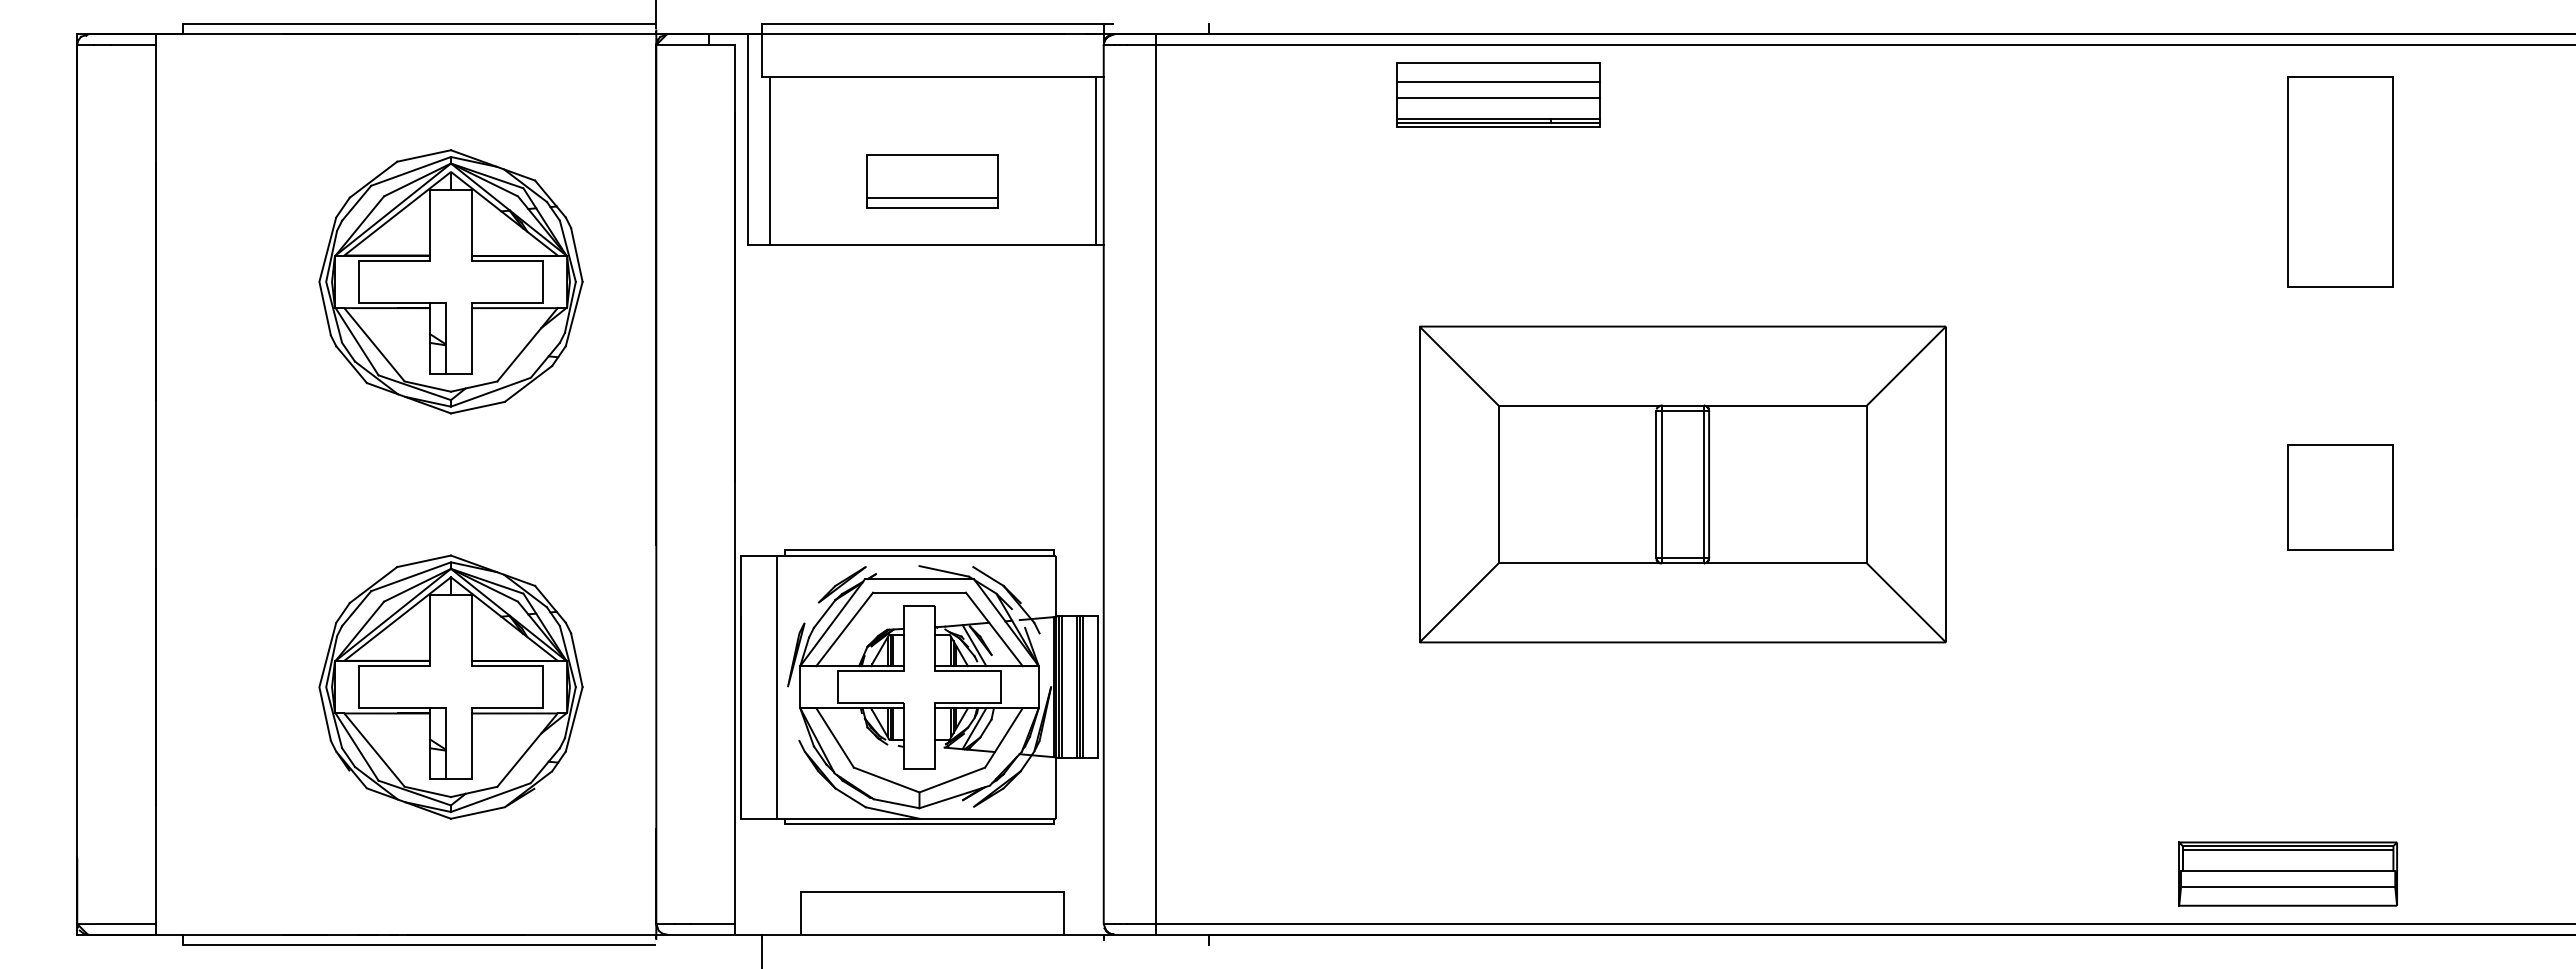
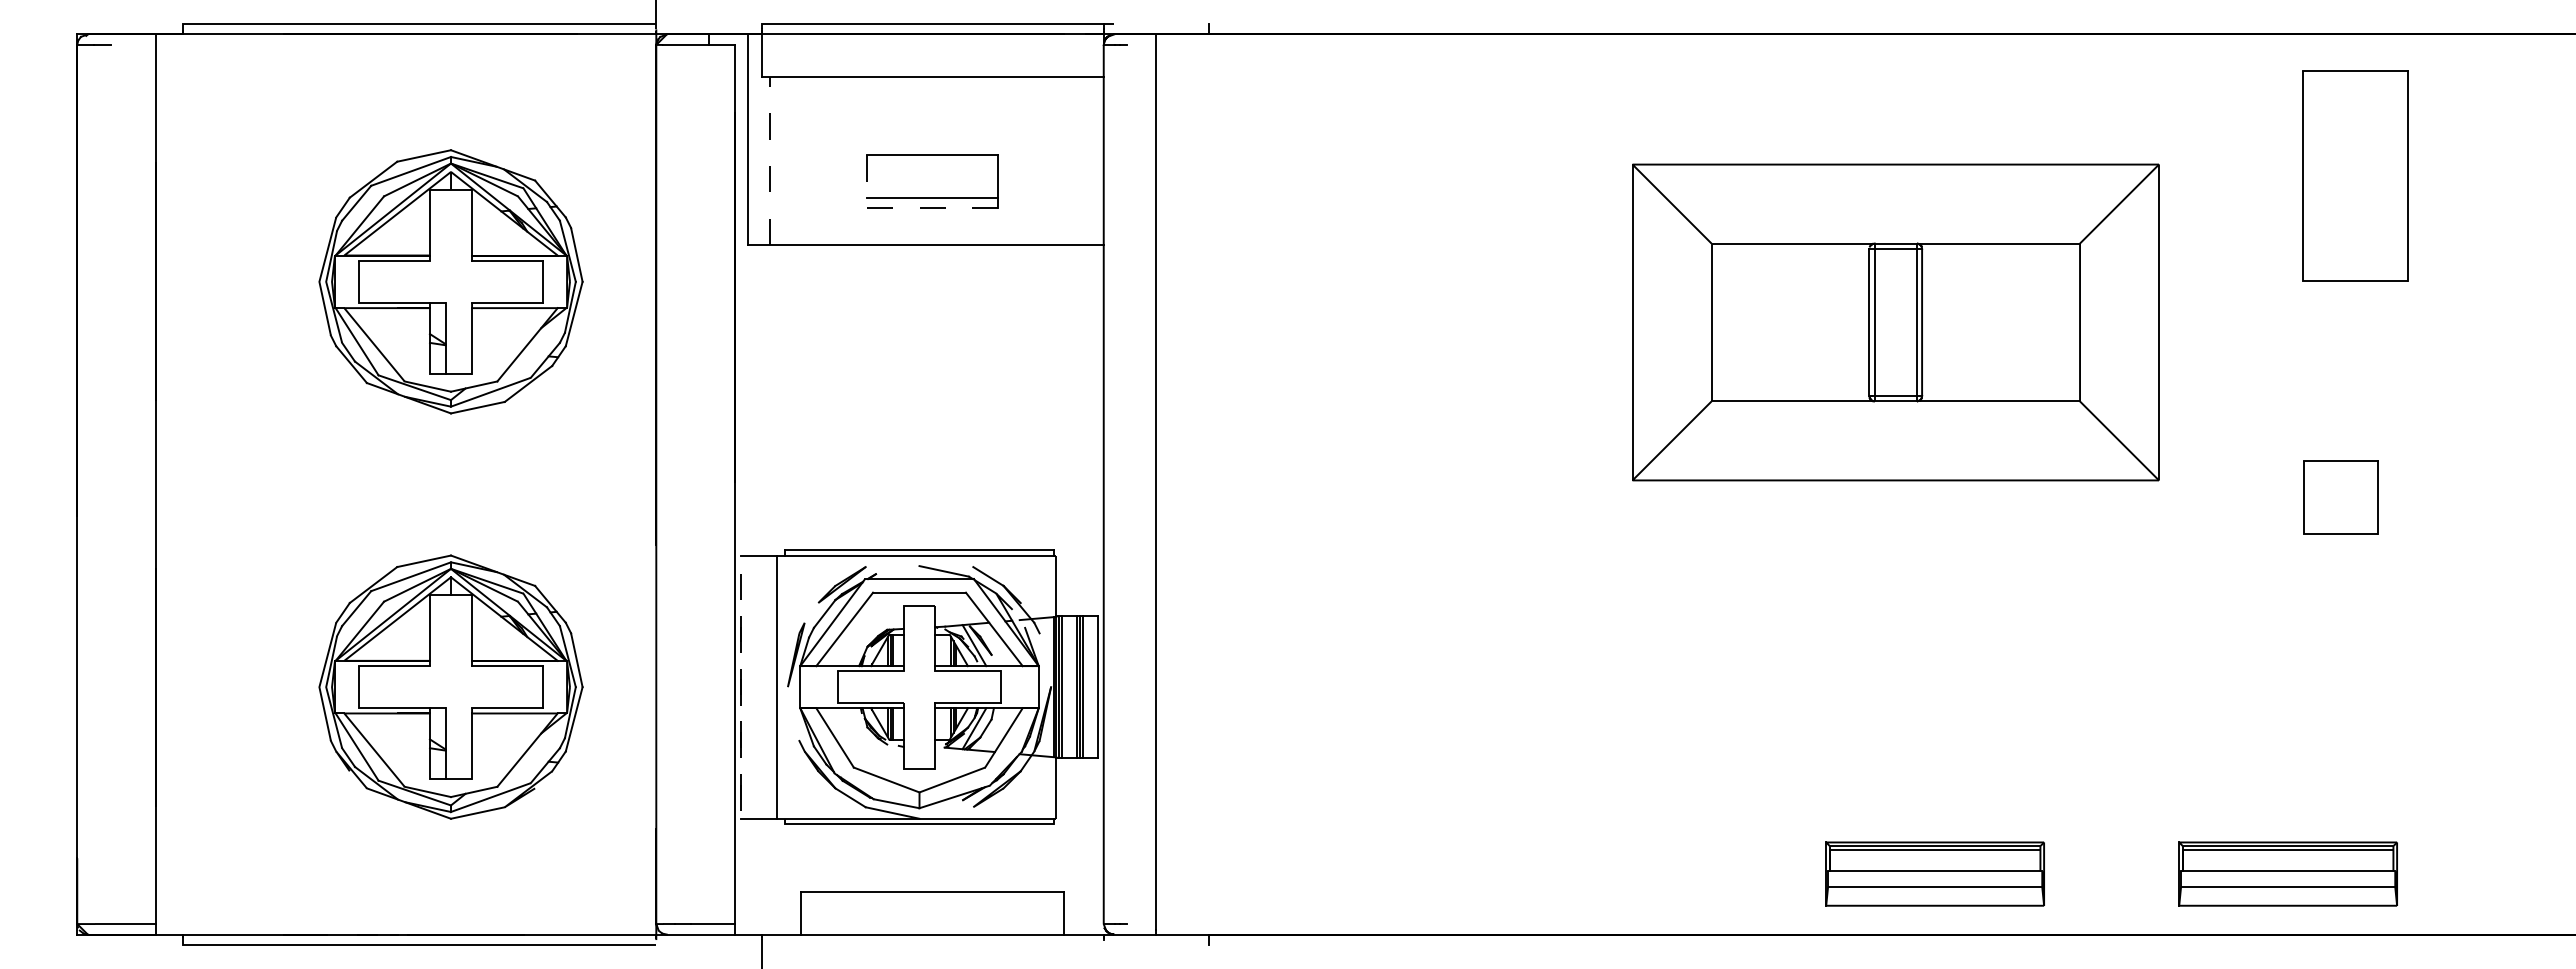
line at (133, 44): present -> none
line at (1849, 44): present -> none
part at (1498, 94): present -> none
line at (769, 160): solid -> dashed
line at (1095, 160): present -> none
part at (2340, 181) position: (2340, 181) -> (2355, 175)
line at (905, 208): solid -> dashed
part at (1682, 484) position: (1682, 484) -> (1895, 322)
part at (2340, 497) size: 107x107 px -> 76x75 px
line at (740, 788): solid -> dashed
part at (1934, 873): none -> present
line at (1849, 924): present -> none
